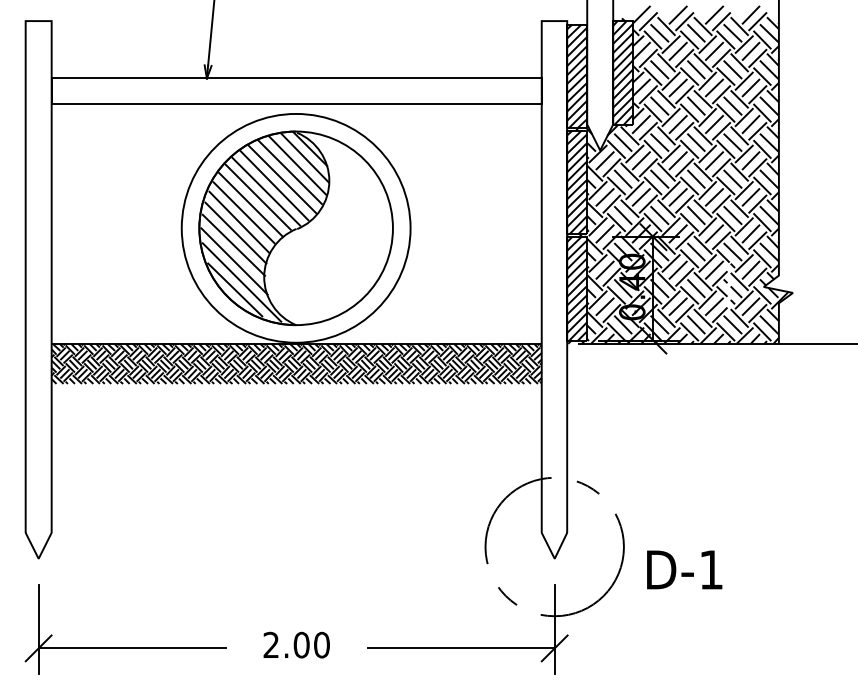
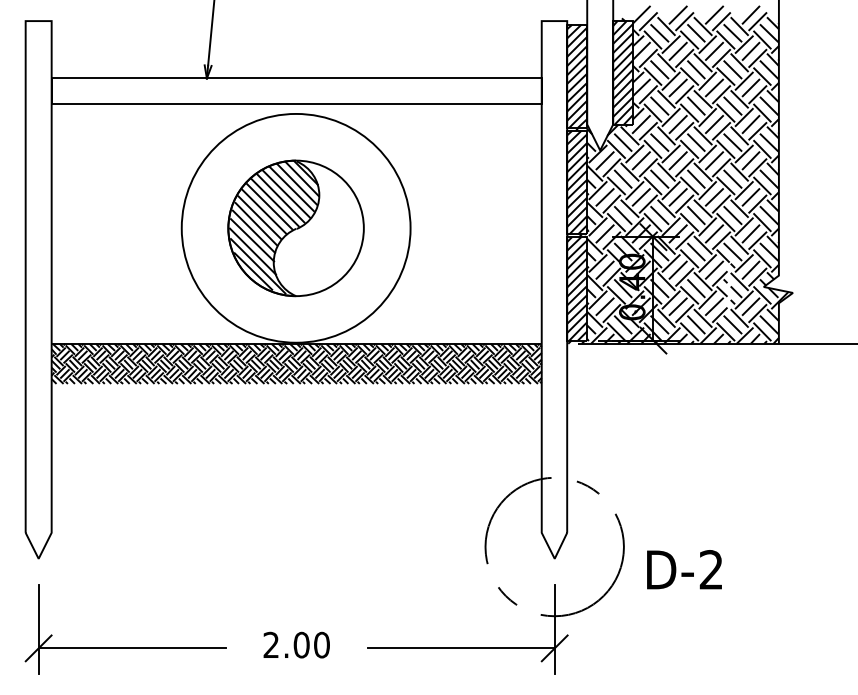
part at (295, 228) size: 196x197 px -> 138x139 px
text at (710, 569): D-1 -> D-2
